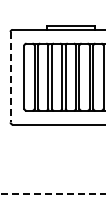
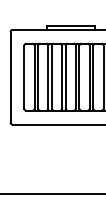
line at (10, 77): dashed -> solid
line at (53, 193): dashed -> solid
